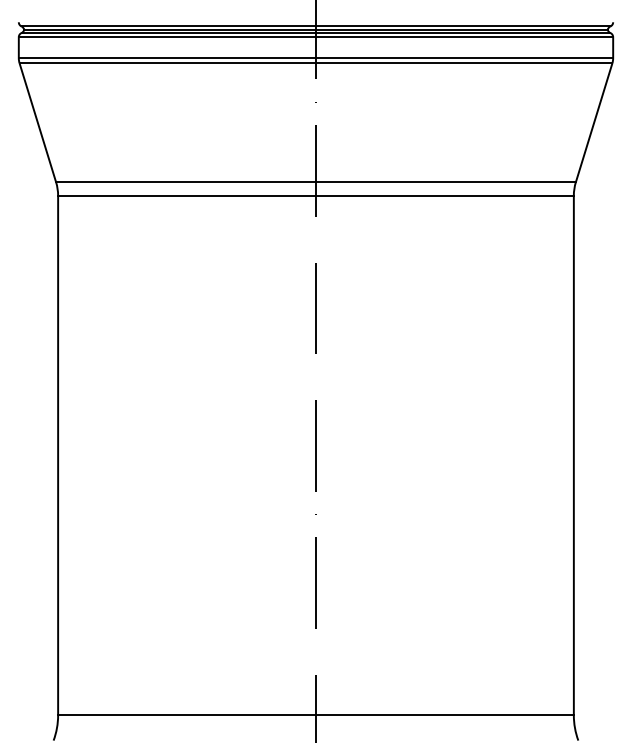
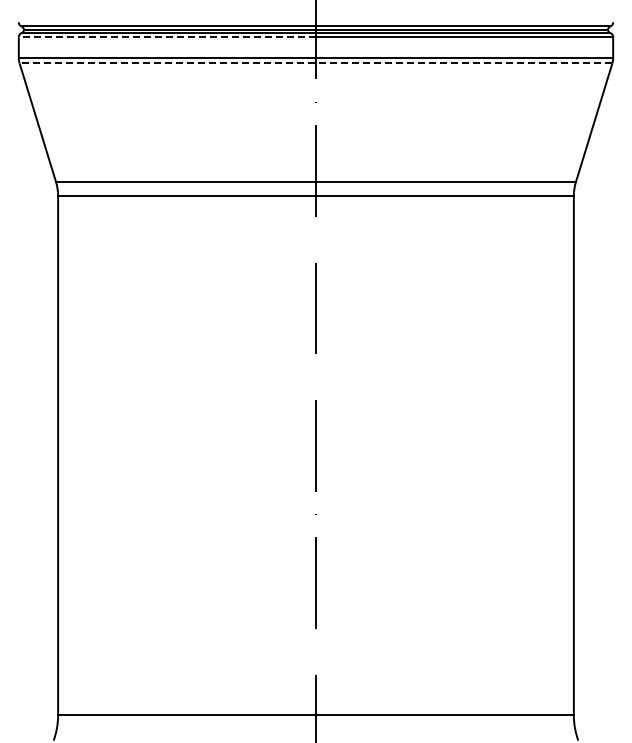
line at (167, 37): solid -> dashed
line at (315, 63): solid -> dashed
